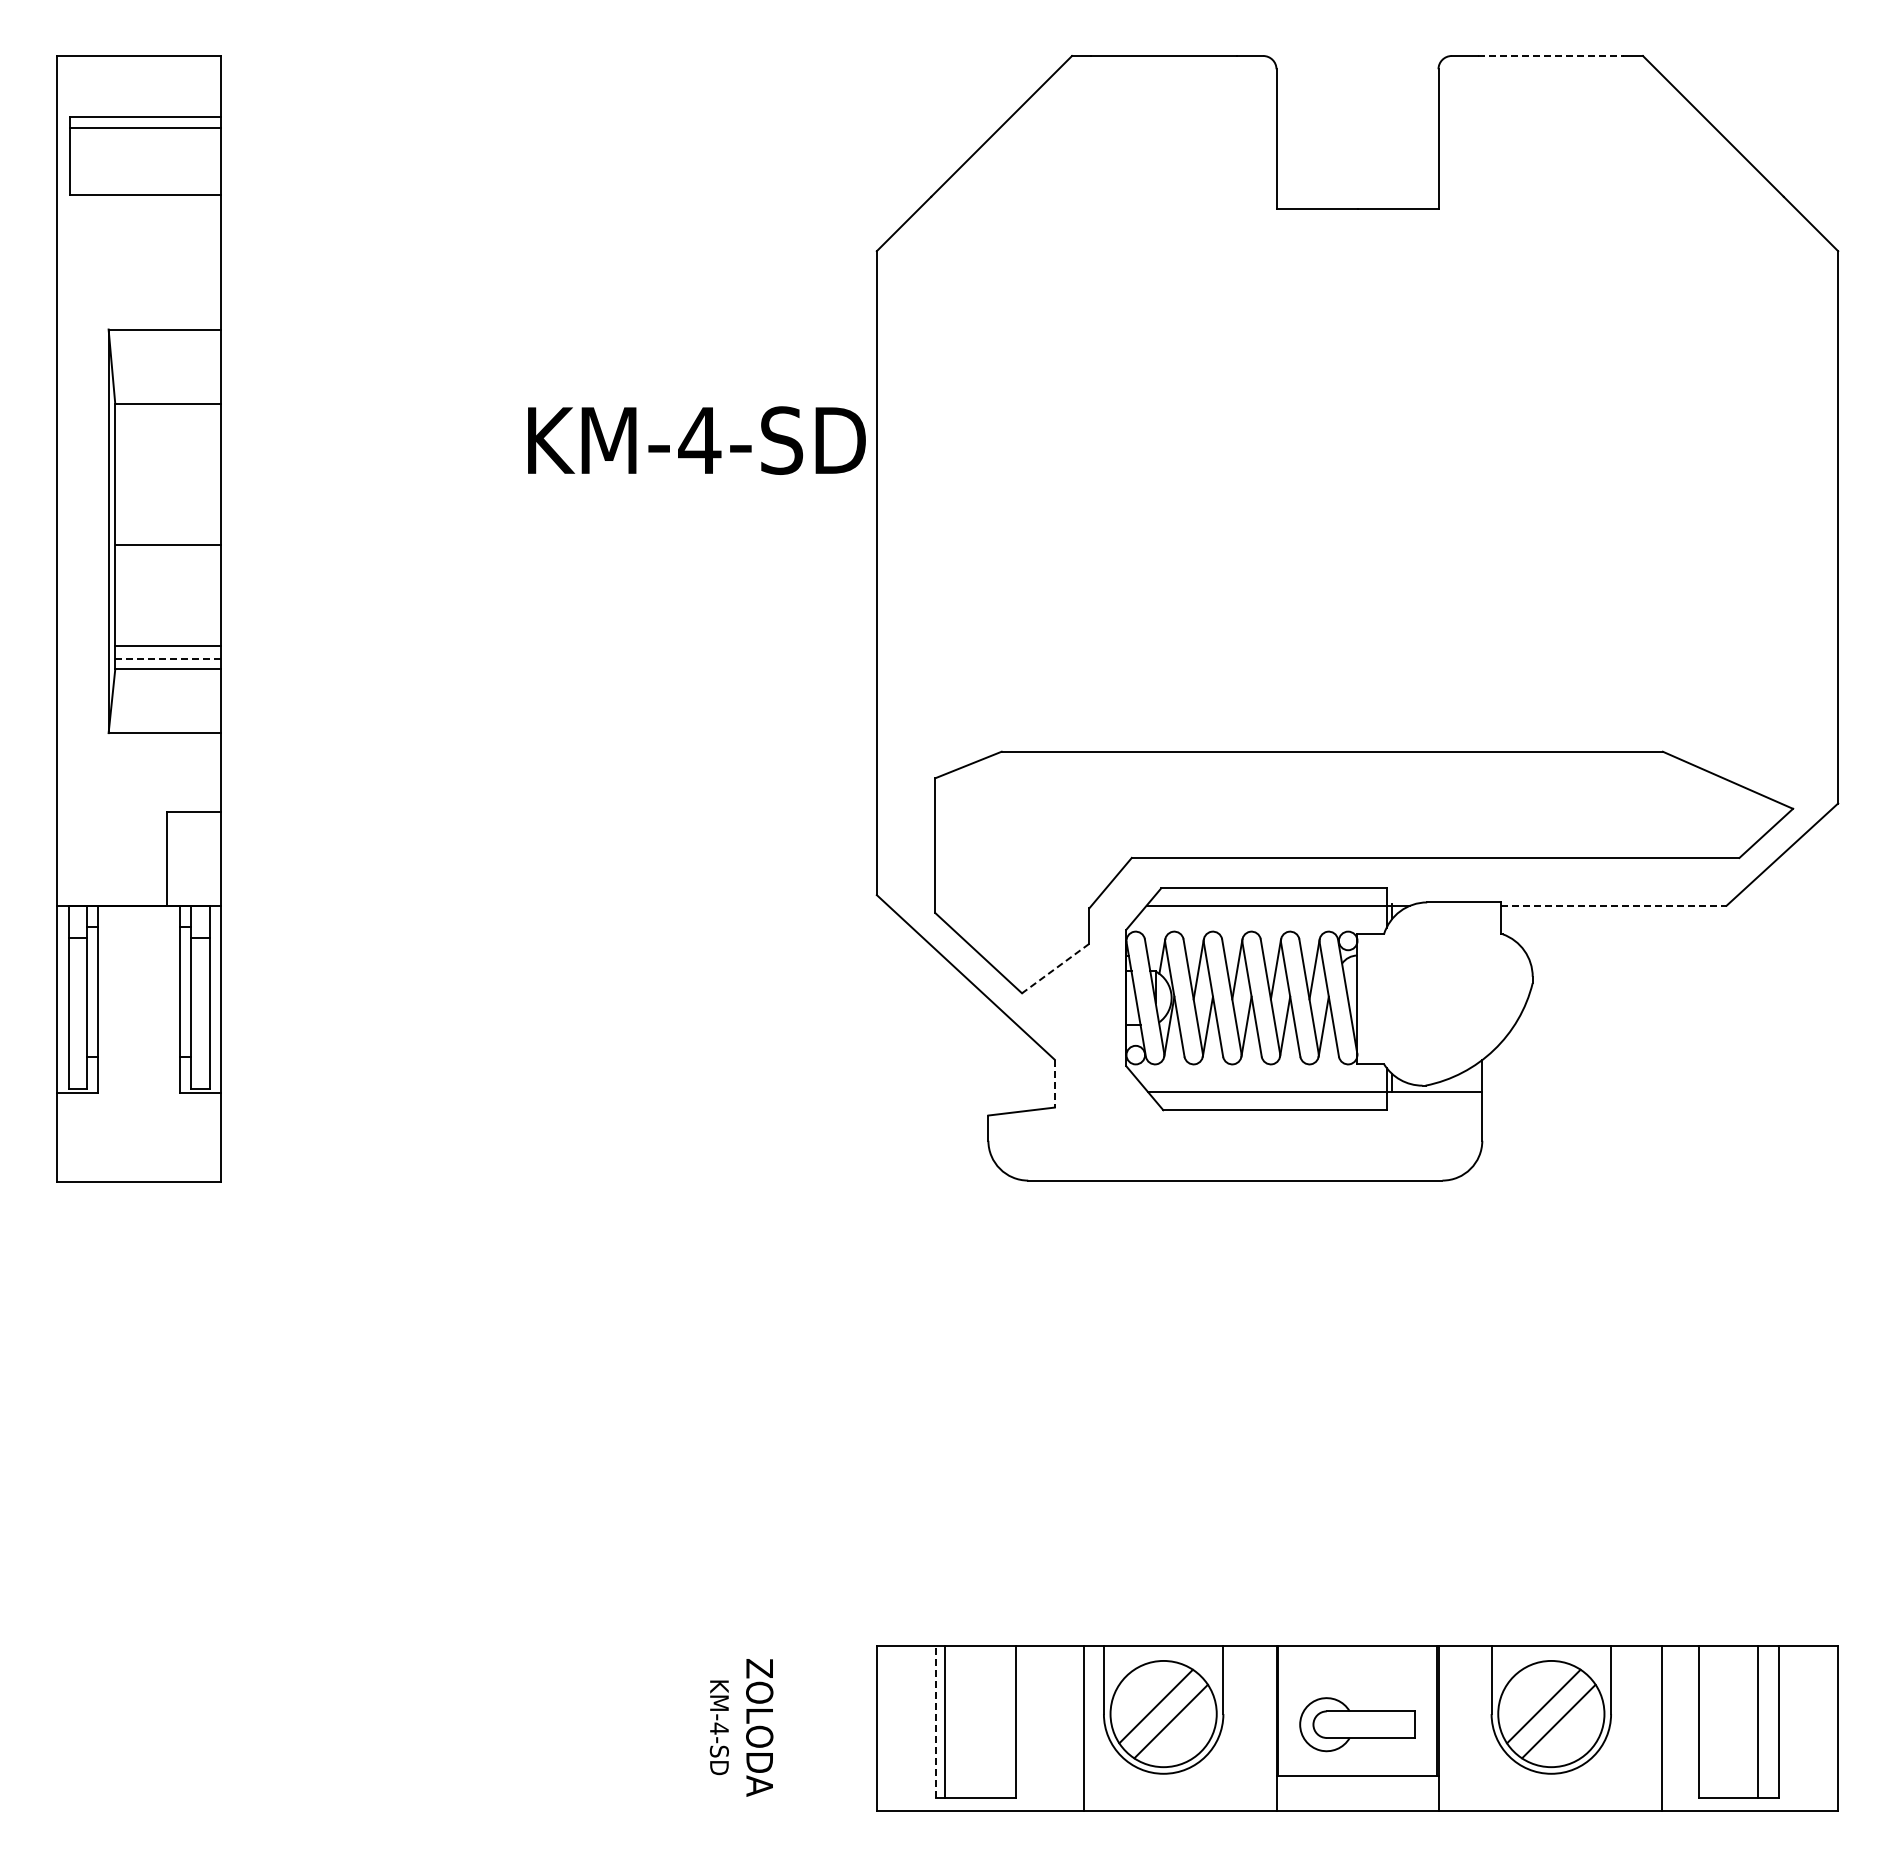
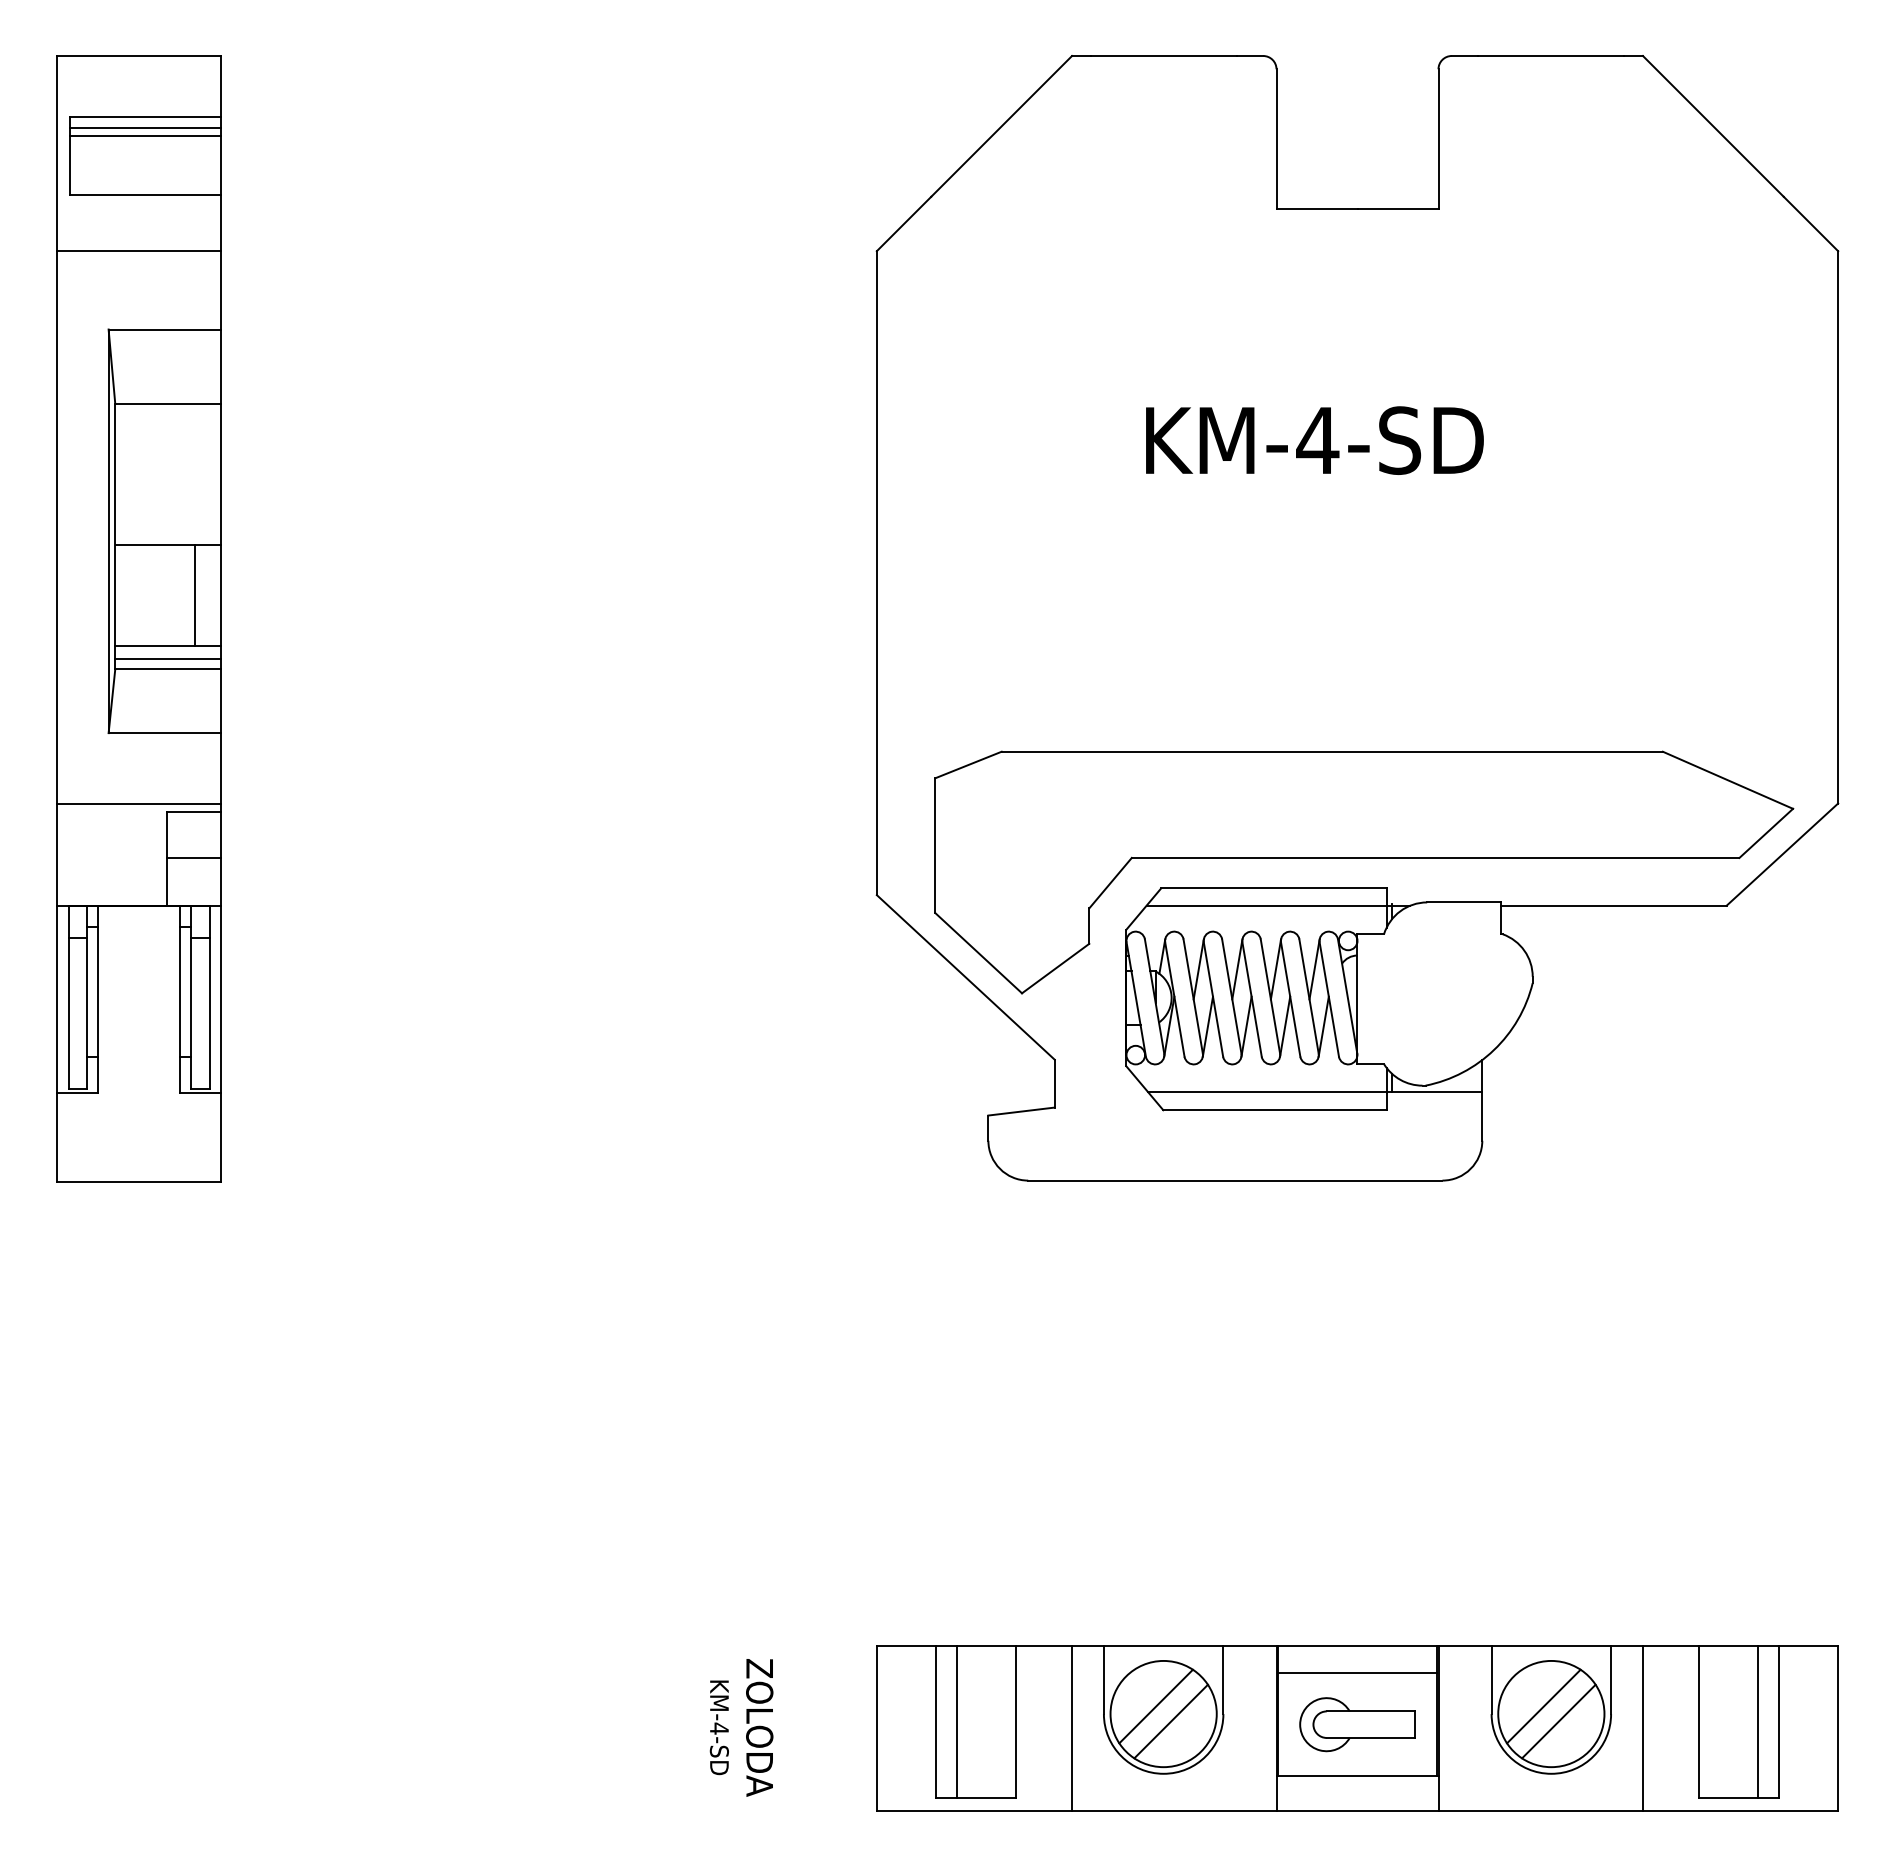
line at (1551, 56): dashed -> solid
line at (145, 136): none -> present
line at (138, 251): none -> present
text at (696, 440) position: (696, 440) -> (1314, 440)
line at (194, 594): none -> present
line at (168, 658): dashed -> solid
line at (138, 803): none -> present
line at (194, 857): none -> present
line at (1613, 905): dashed -> solid
line at (1055, 968): dashed -> solid
line at (1054, 1083): dashed -> solid
line at (1357, 1672): none -> present
line at (945, 1721) position: (945, 1721) -> (957, 1721)
line at (935, 1722): dashed -> solid
line at (1084, 1728) position: (1084, 1728) -> (1072, 1728)
line at (1661, 1728) position: (1661, 1728) -> (1642, 1728)
